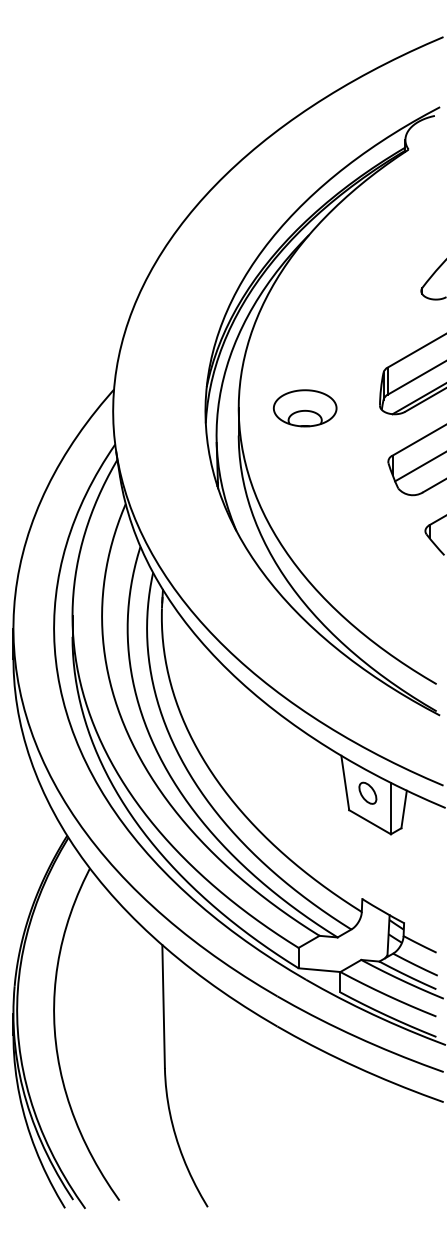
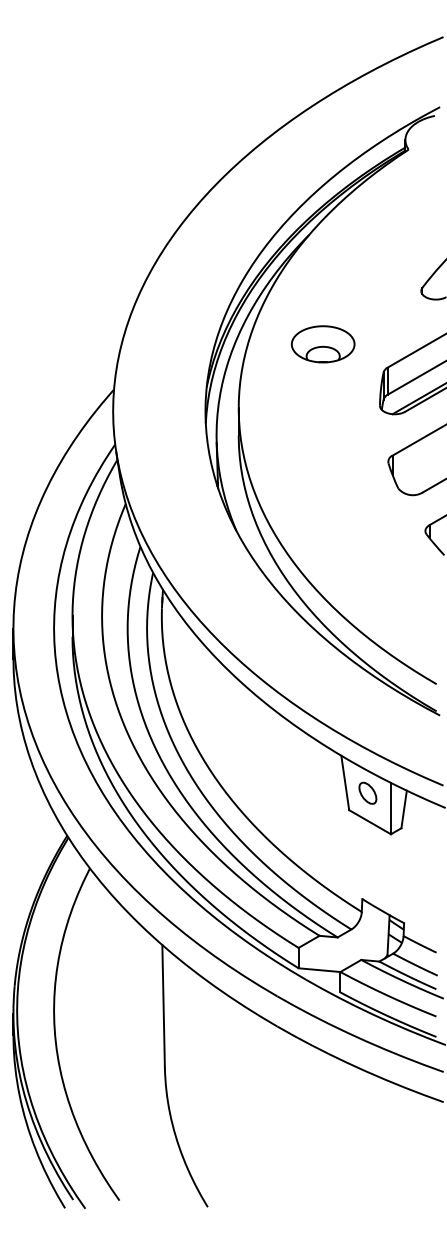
part at (304, 408) position: (304, 408) -> (322, 344)
line at (419, 467): present -> none
